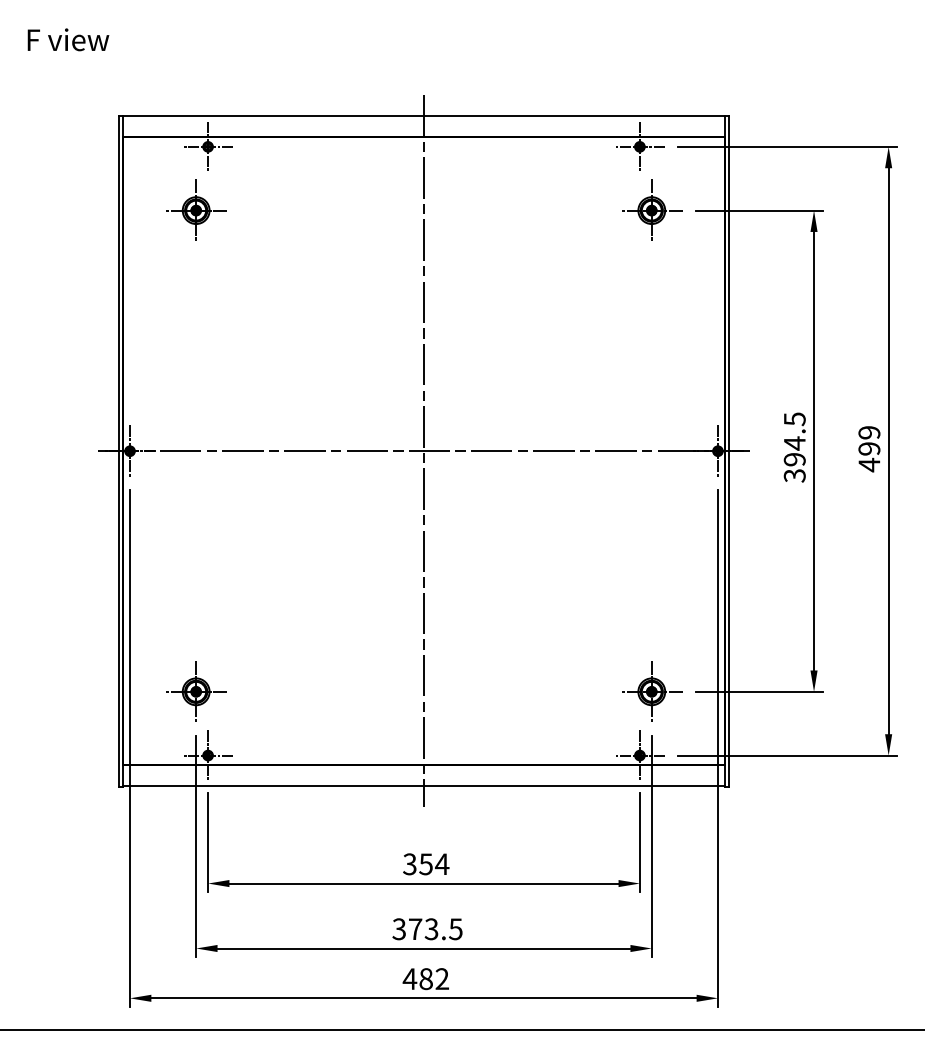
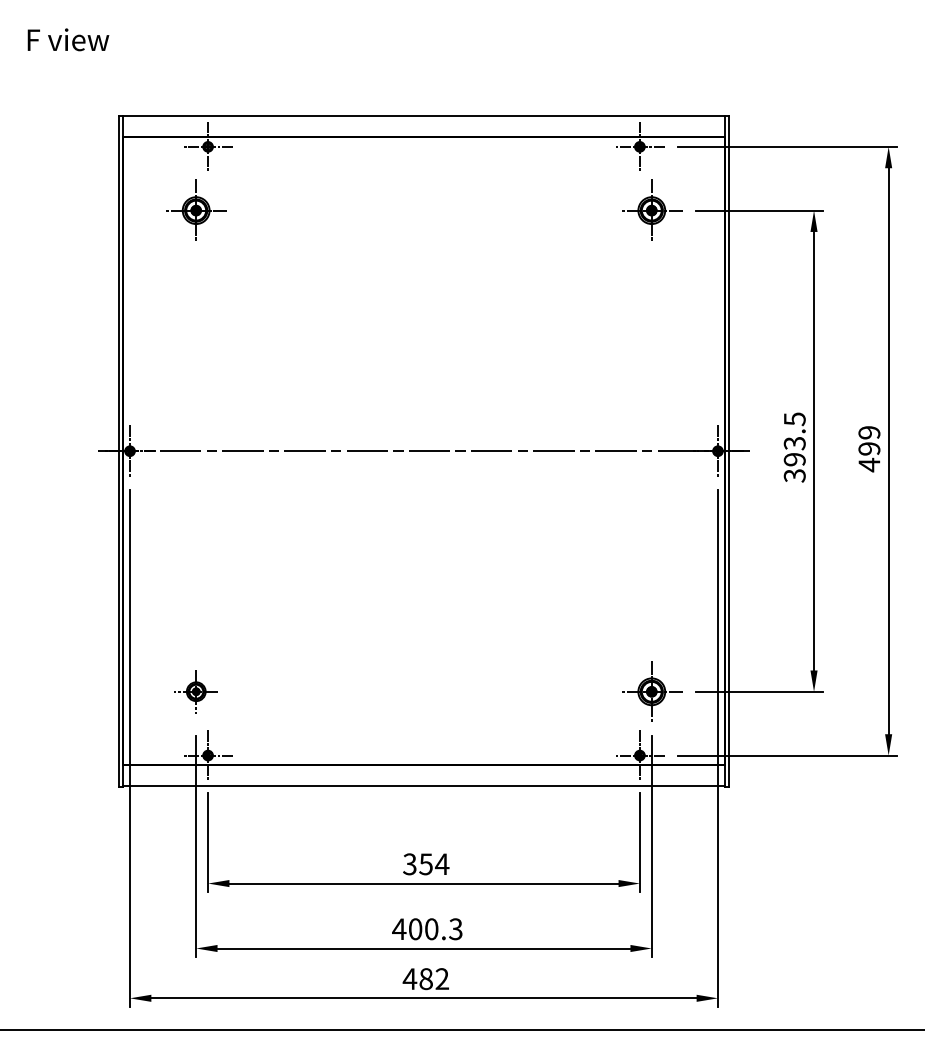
text at (794, 443): 394.5 -> 393.5
line at (424, 451): present -> none
part at (196, 691) size: 61x61 px -> 44x44 px
text at (427, 929): 373.5 -> 400.3
